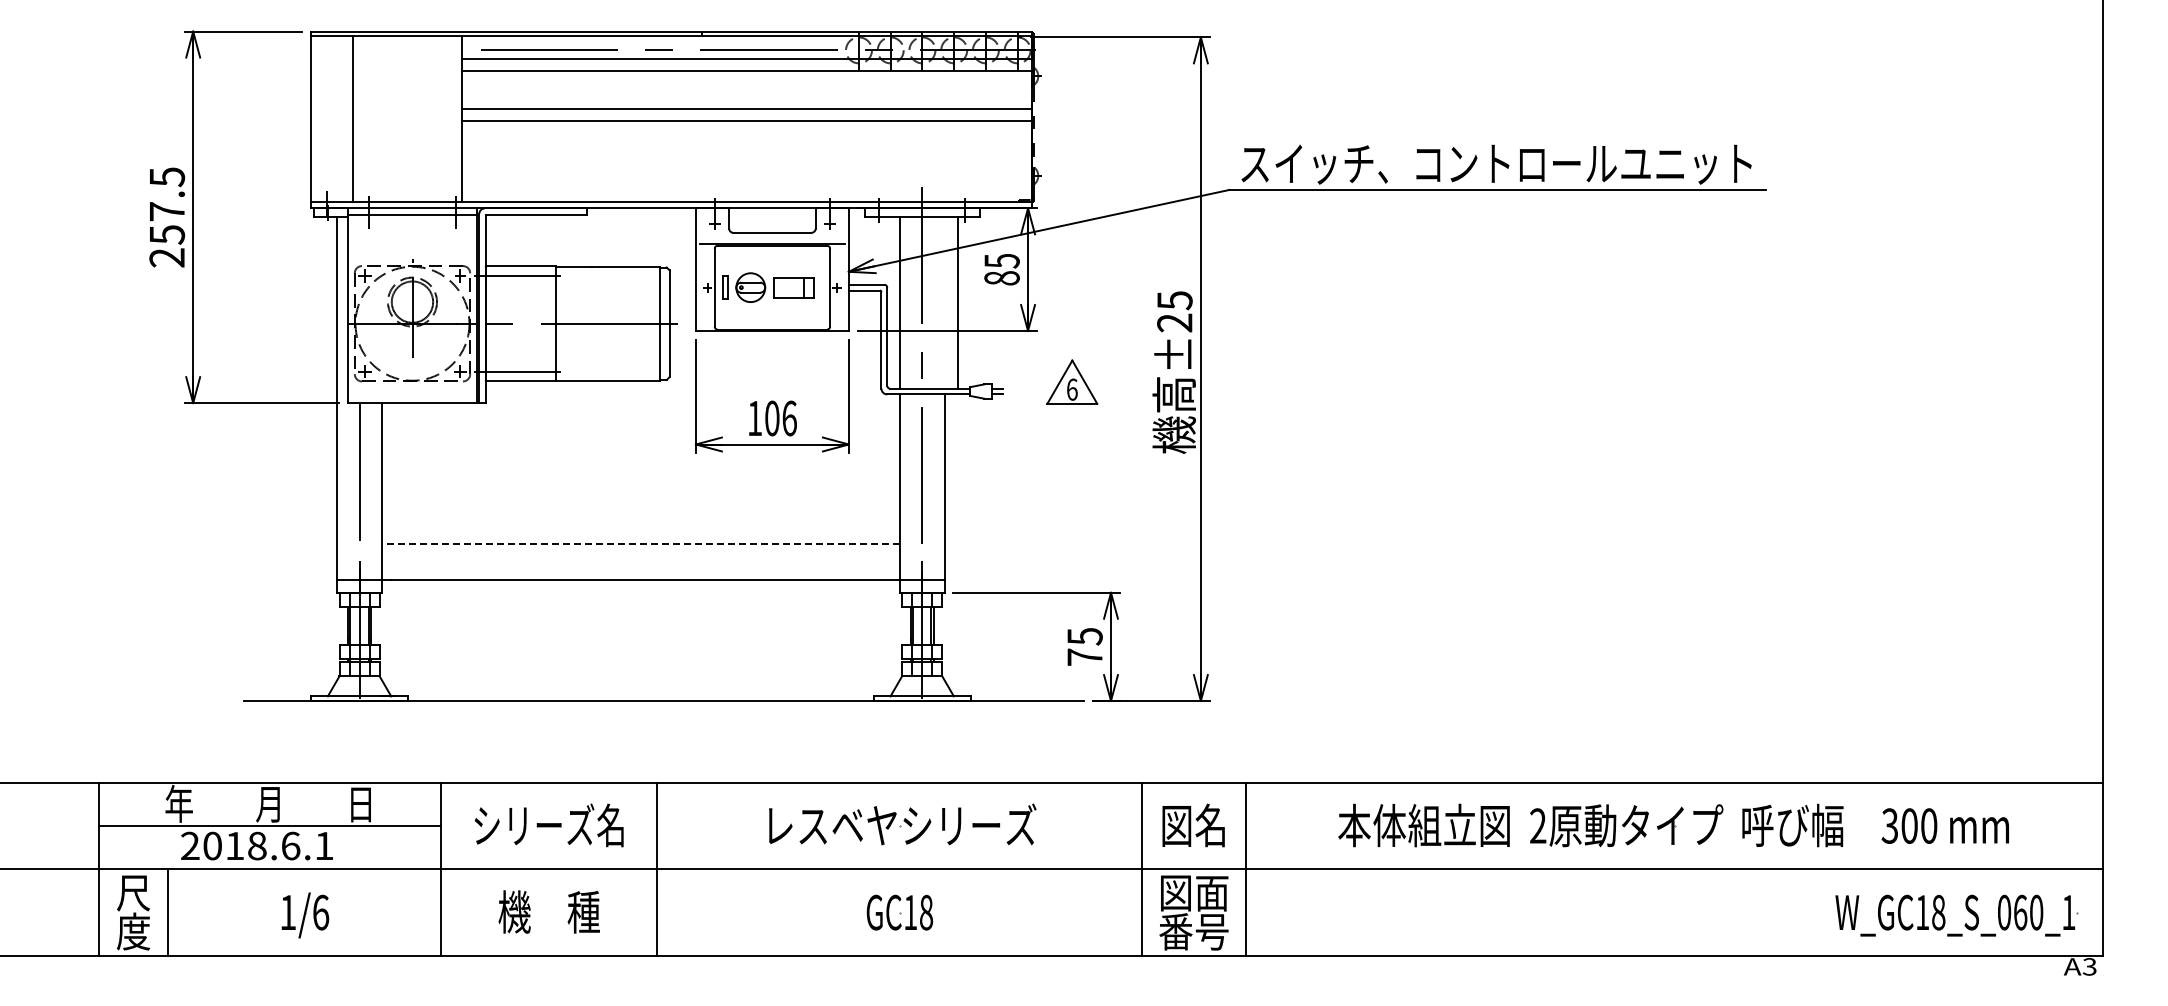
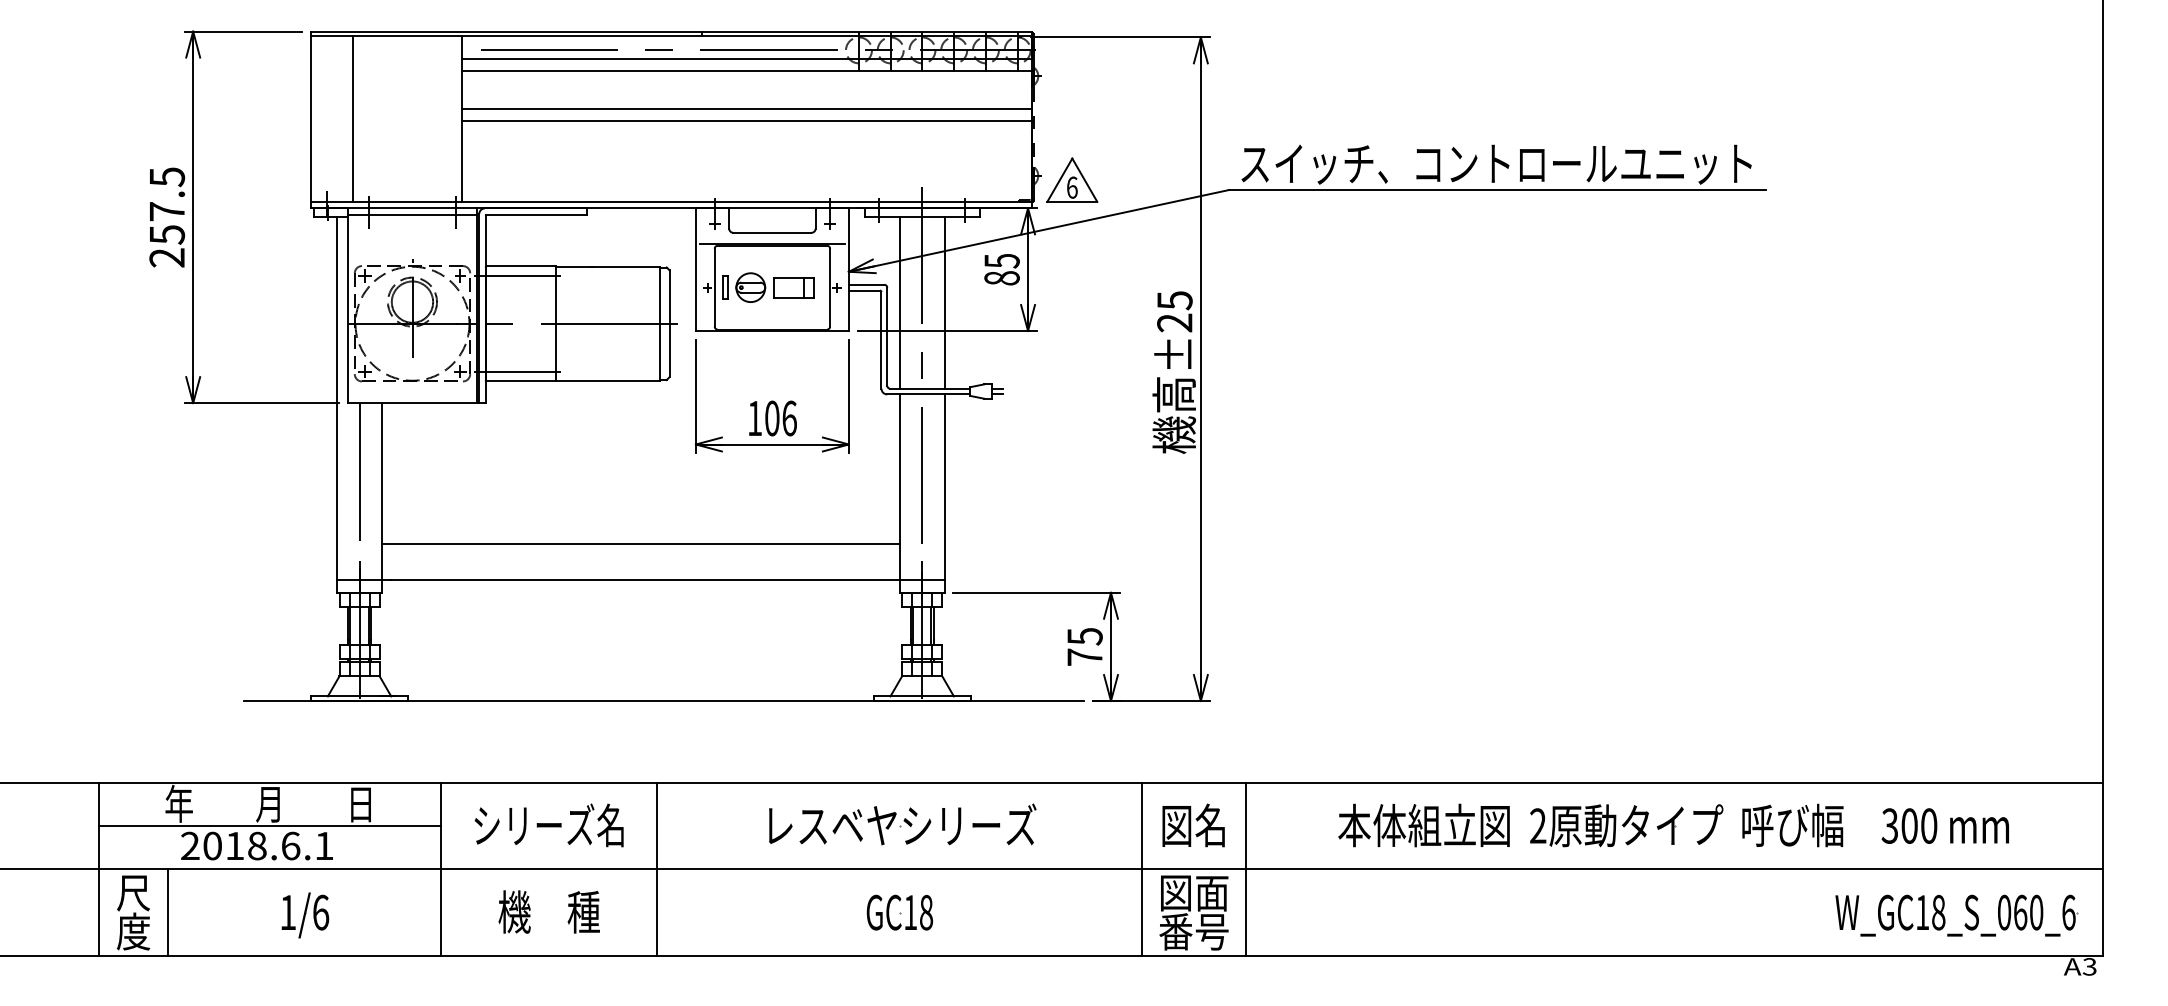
line at (957, 302) position: (957, 302) -> (944, 302)
part at (1072, 381) position: (1072, 381) -> (1072, 179)
line at (640, 543): dashed -> solid
text at (2068, 912): W_GC18_S_060_1 -> W_GC18_S_060_6
